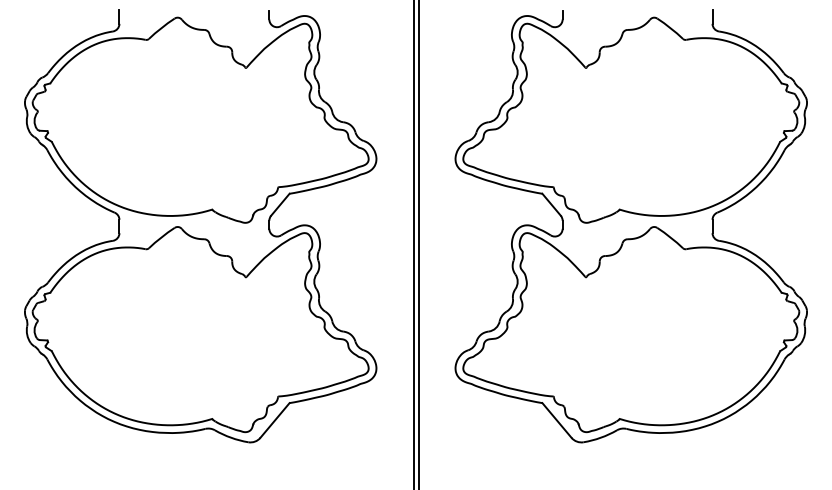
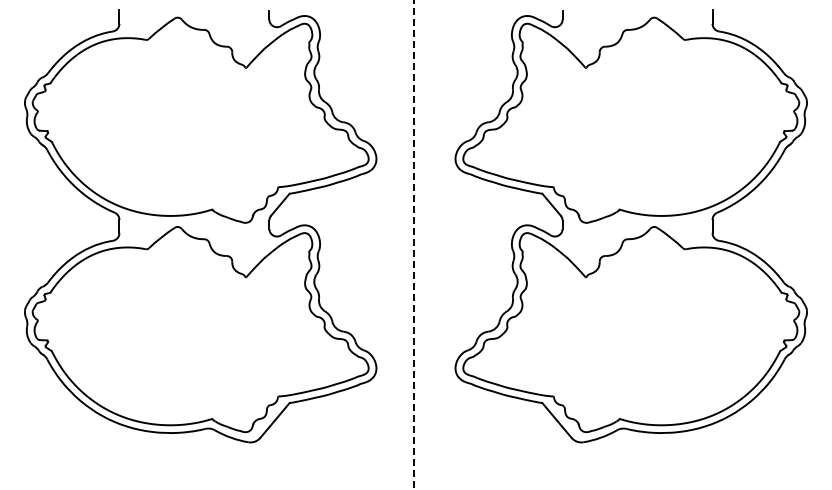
line at (418, 244): present -> none
line at (413, 245): solid -> dashed
